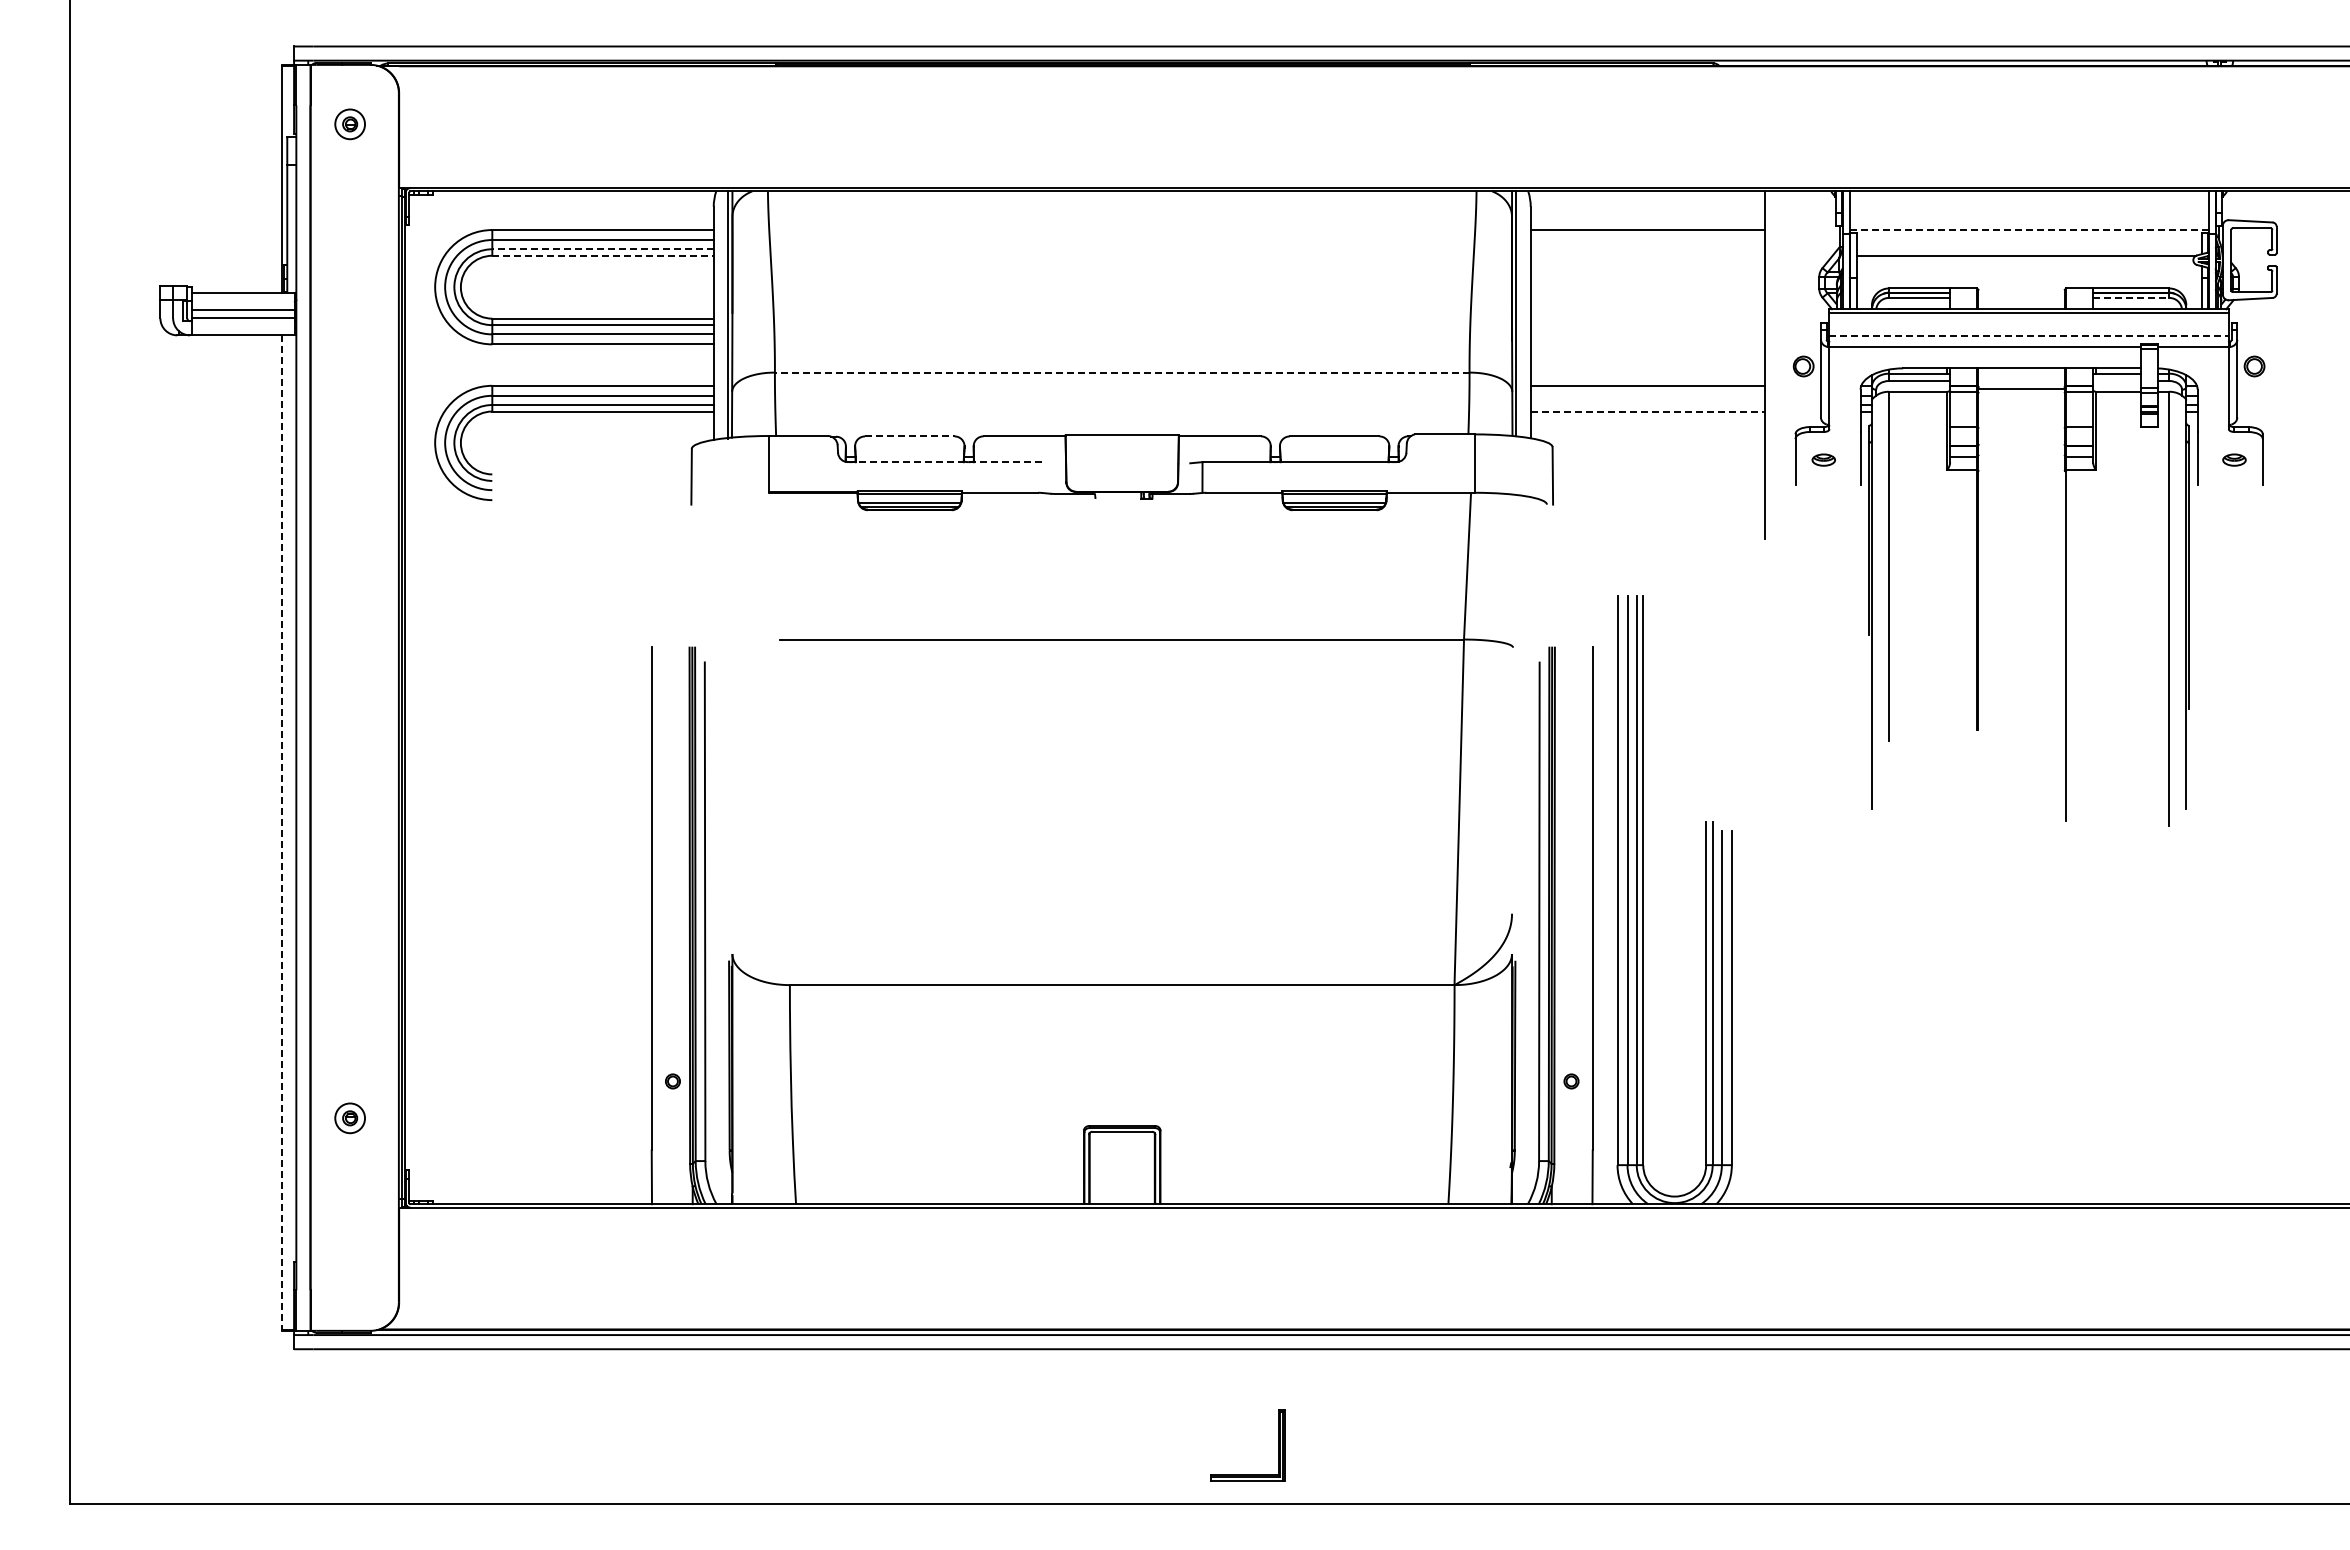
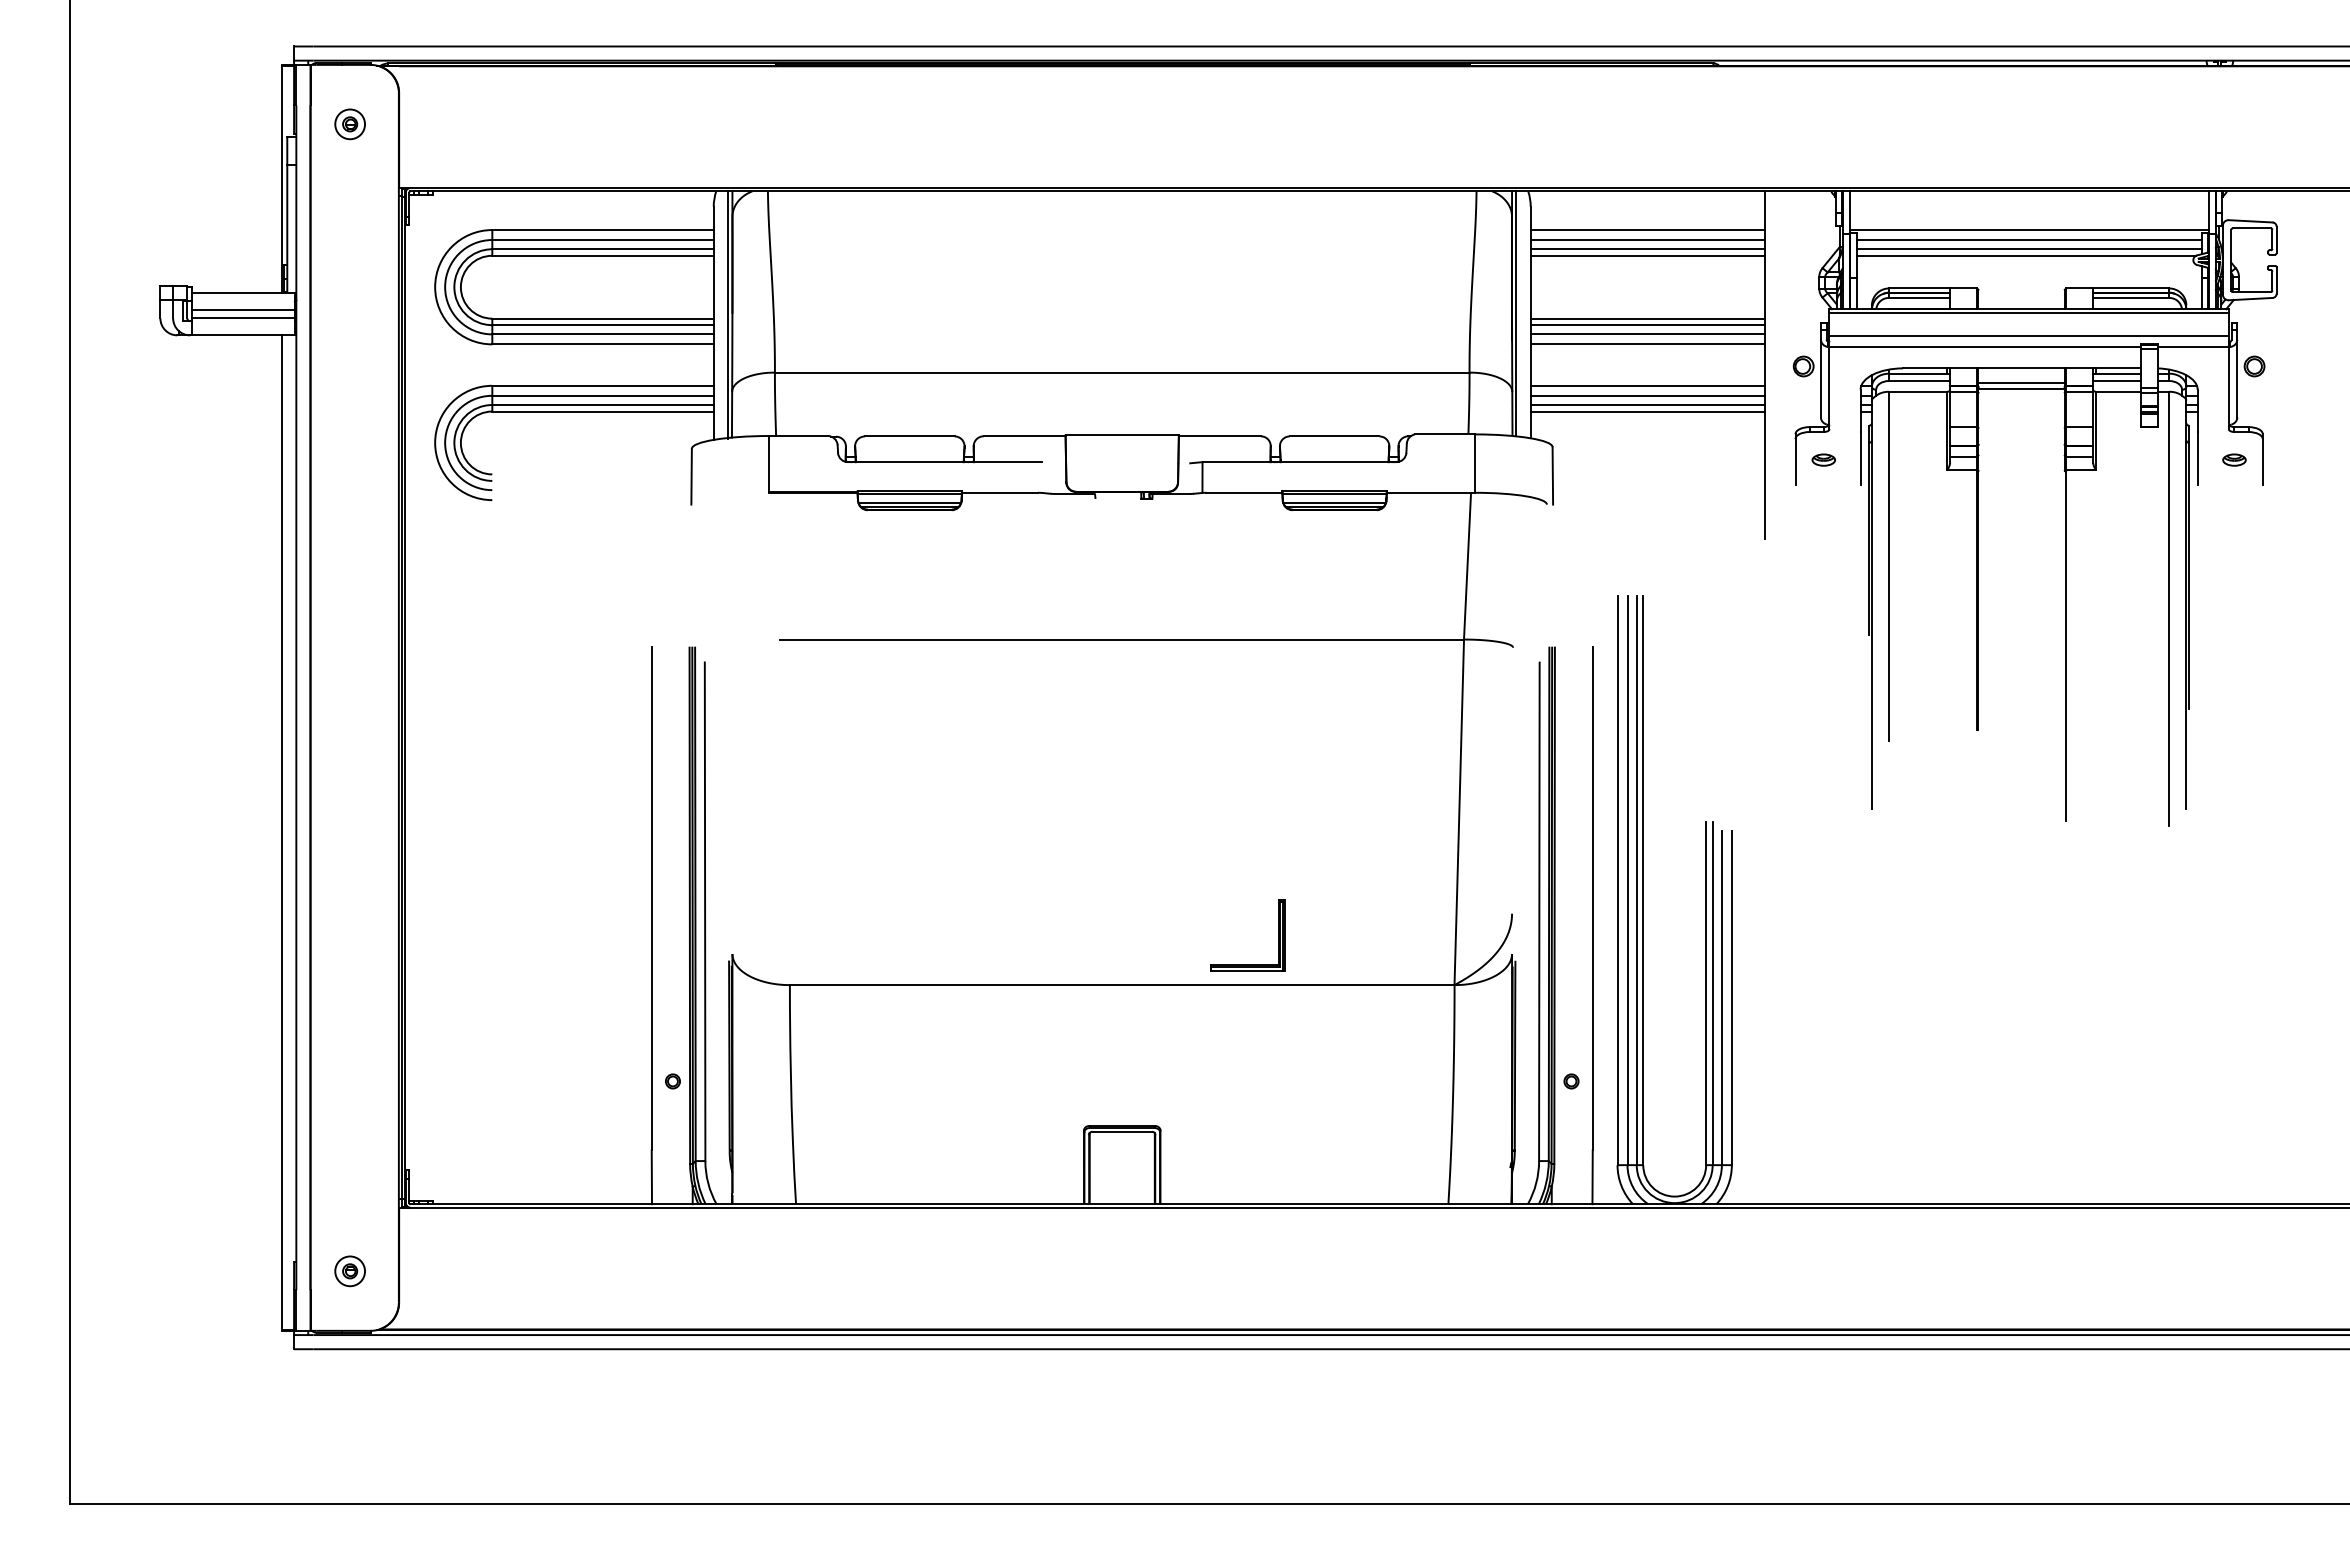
line at (2029, 230): dashed -> solid
line at (1647, 240): none -> present
line at (2028, 240): none -> present
line at (603, 249): dashed -> solid
line at (1647, 249): none -> present
line at (2028, 249): none -> present
line at (603, 255): dashed -> solid
line at (1647, 255): none -> present
line at (2131, 297): dashed -> solid
line at (1647, 318): none -> present
line at (1647, 325): none -> present
line at (1647, 334): none -> present
line at (2029, 335): dashed -> solid
line at (1647, 344): none -> present
line at (1121, 372): dashed -> solid
line at (2117, 381): none -> present
line at (2021, 383): none -> present
line at (1647, 395): none -> present
line at (1647, 405): none -> present
line at (1647, 411): dashed -> solid
line at (909, 436): dashed -> solid
line at (944, 462): dashed -> solid
line at (282, 833): dashed -> solid
part at (349, 1118) position: (349, 1118) -> (349, 1271)
part at (1247, 1474) position: (1247, 1474) -> (1247, 964)
